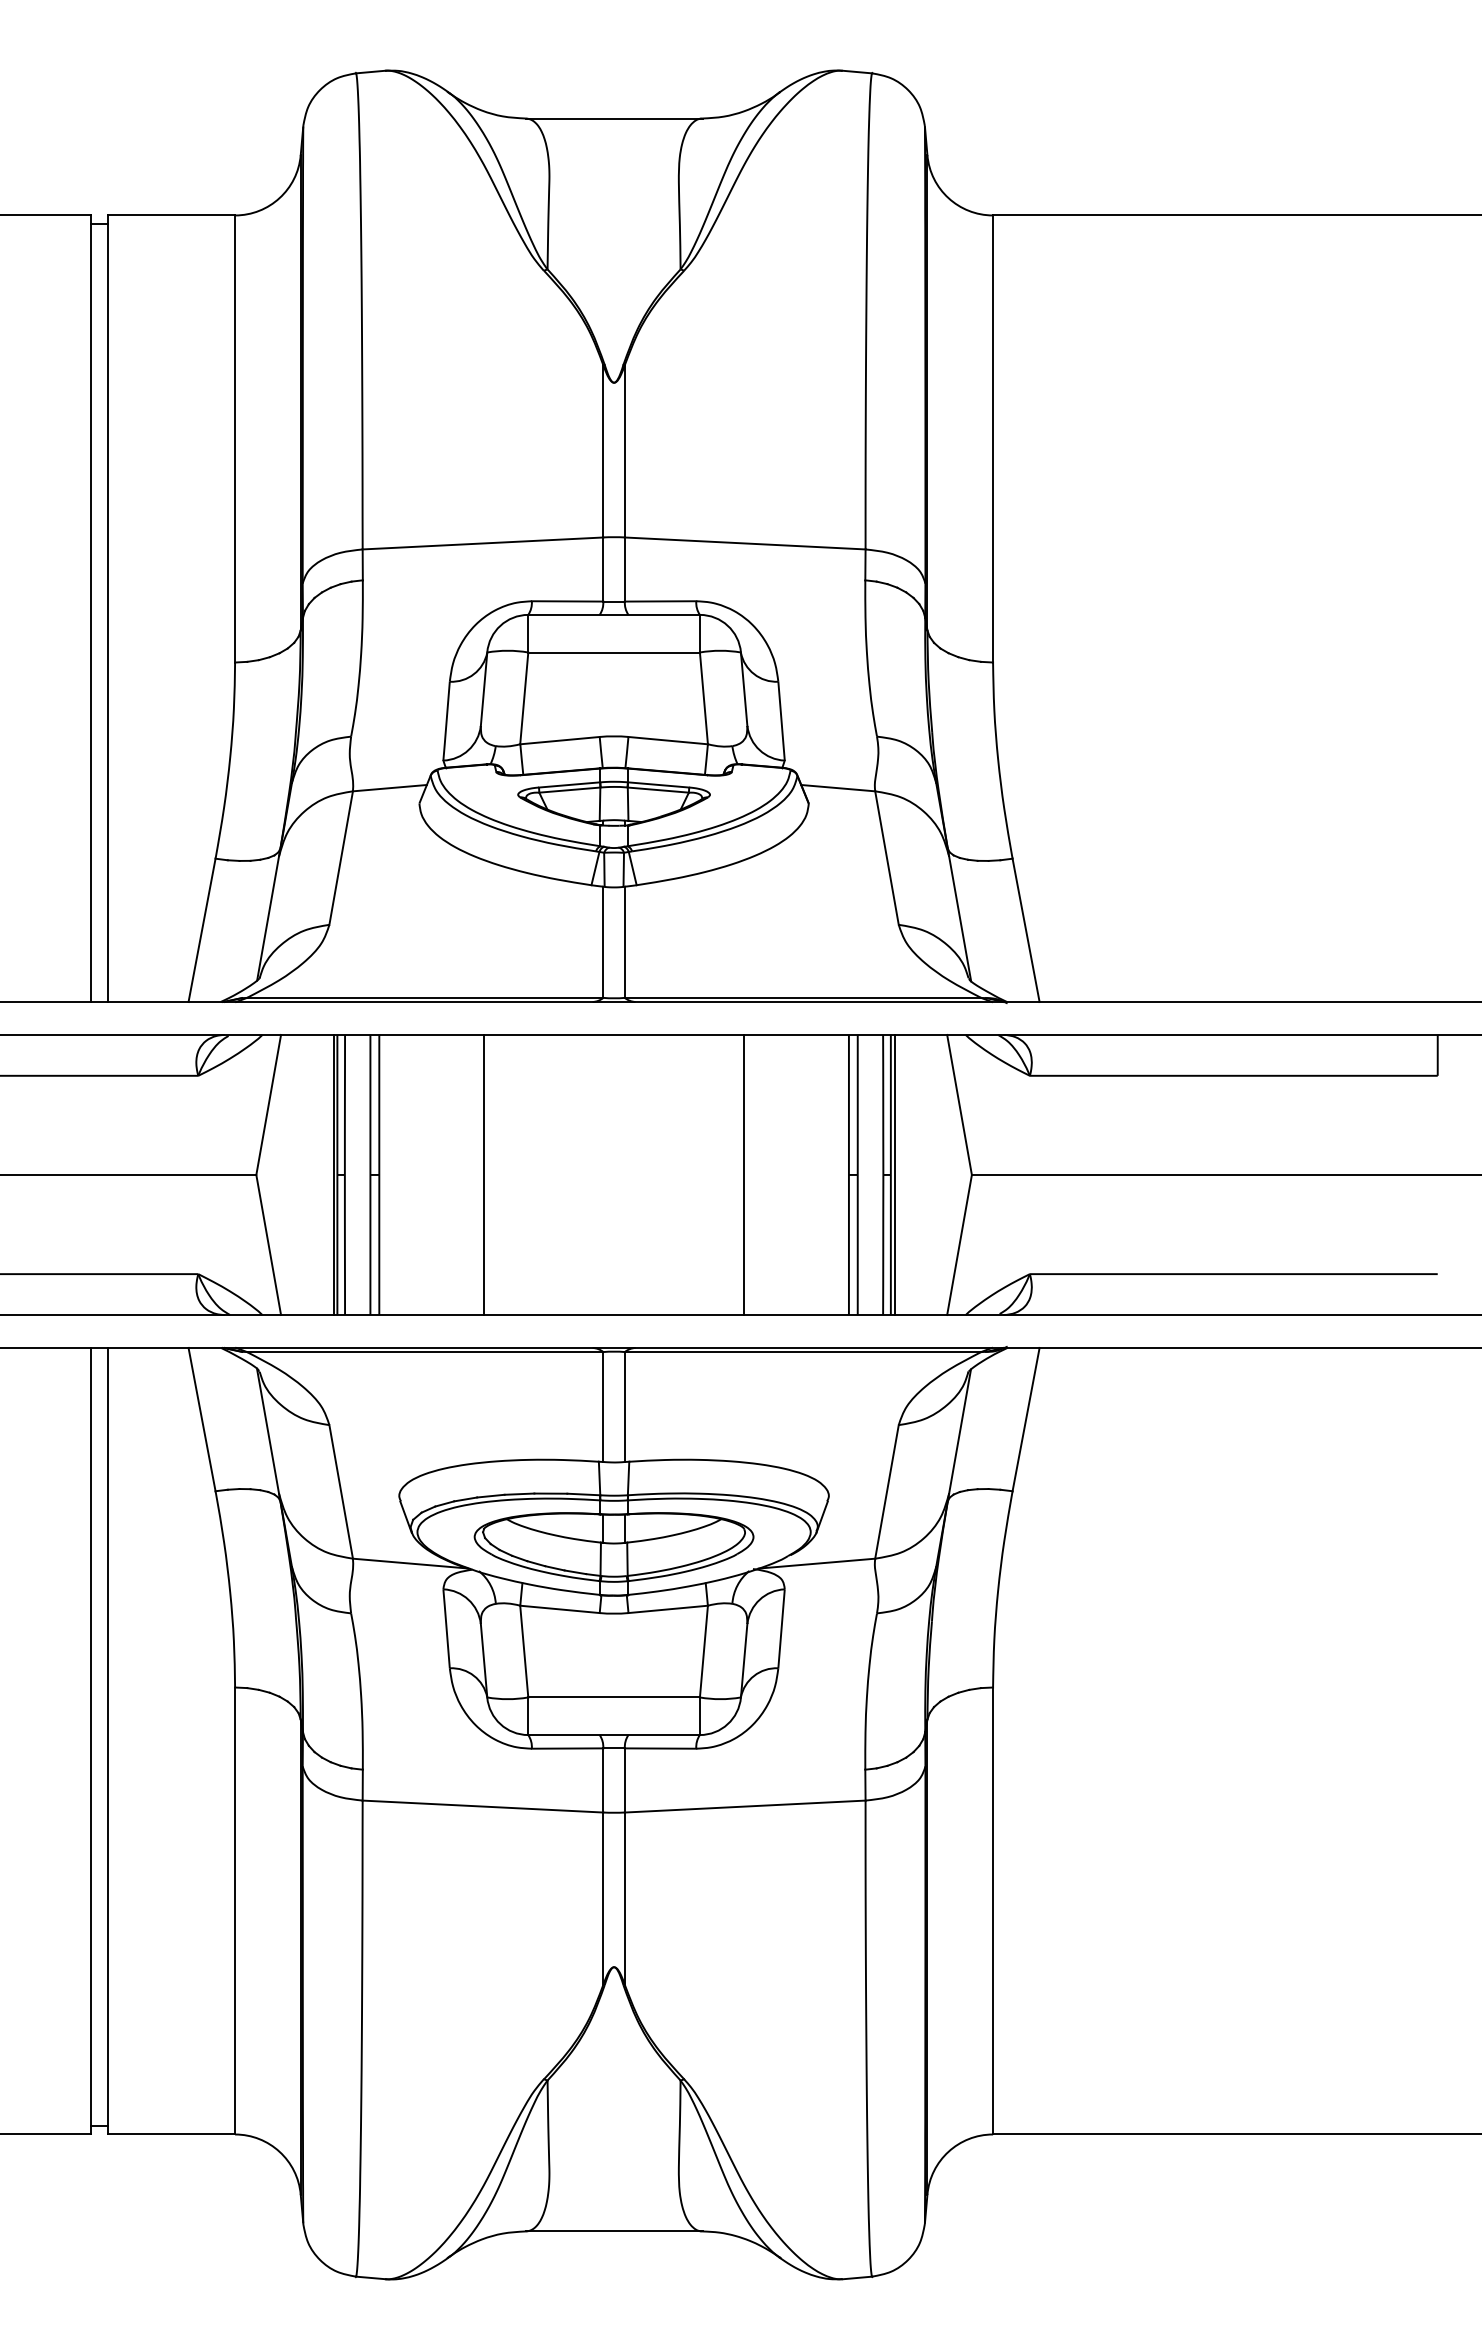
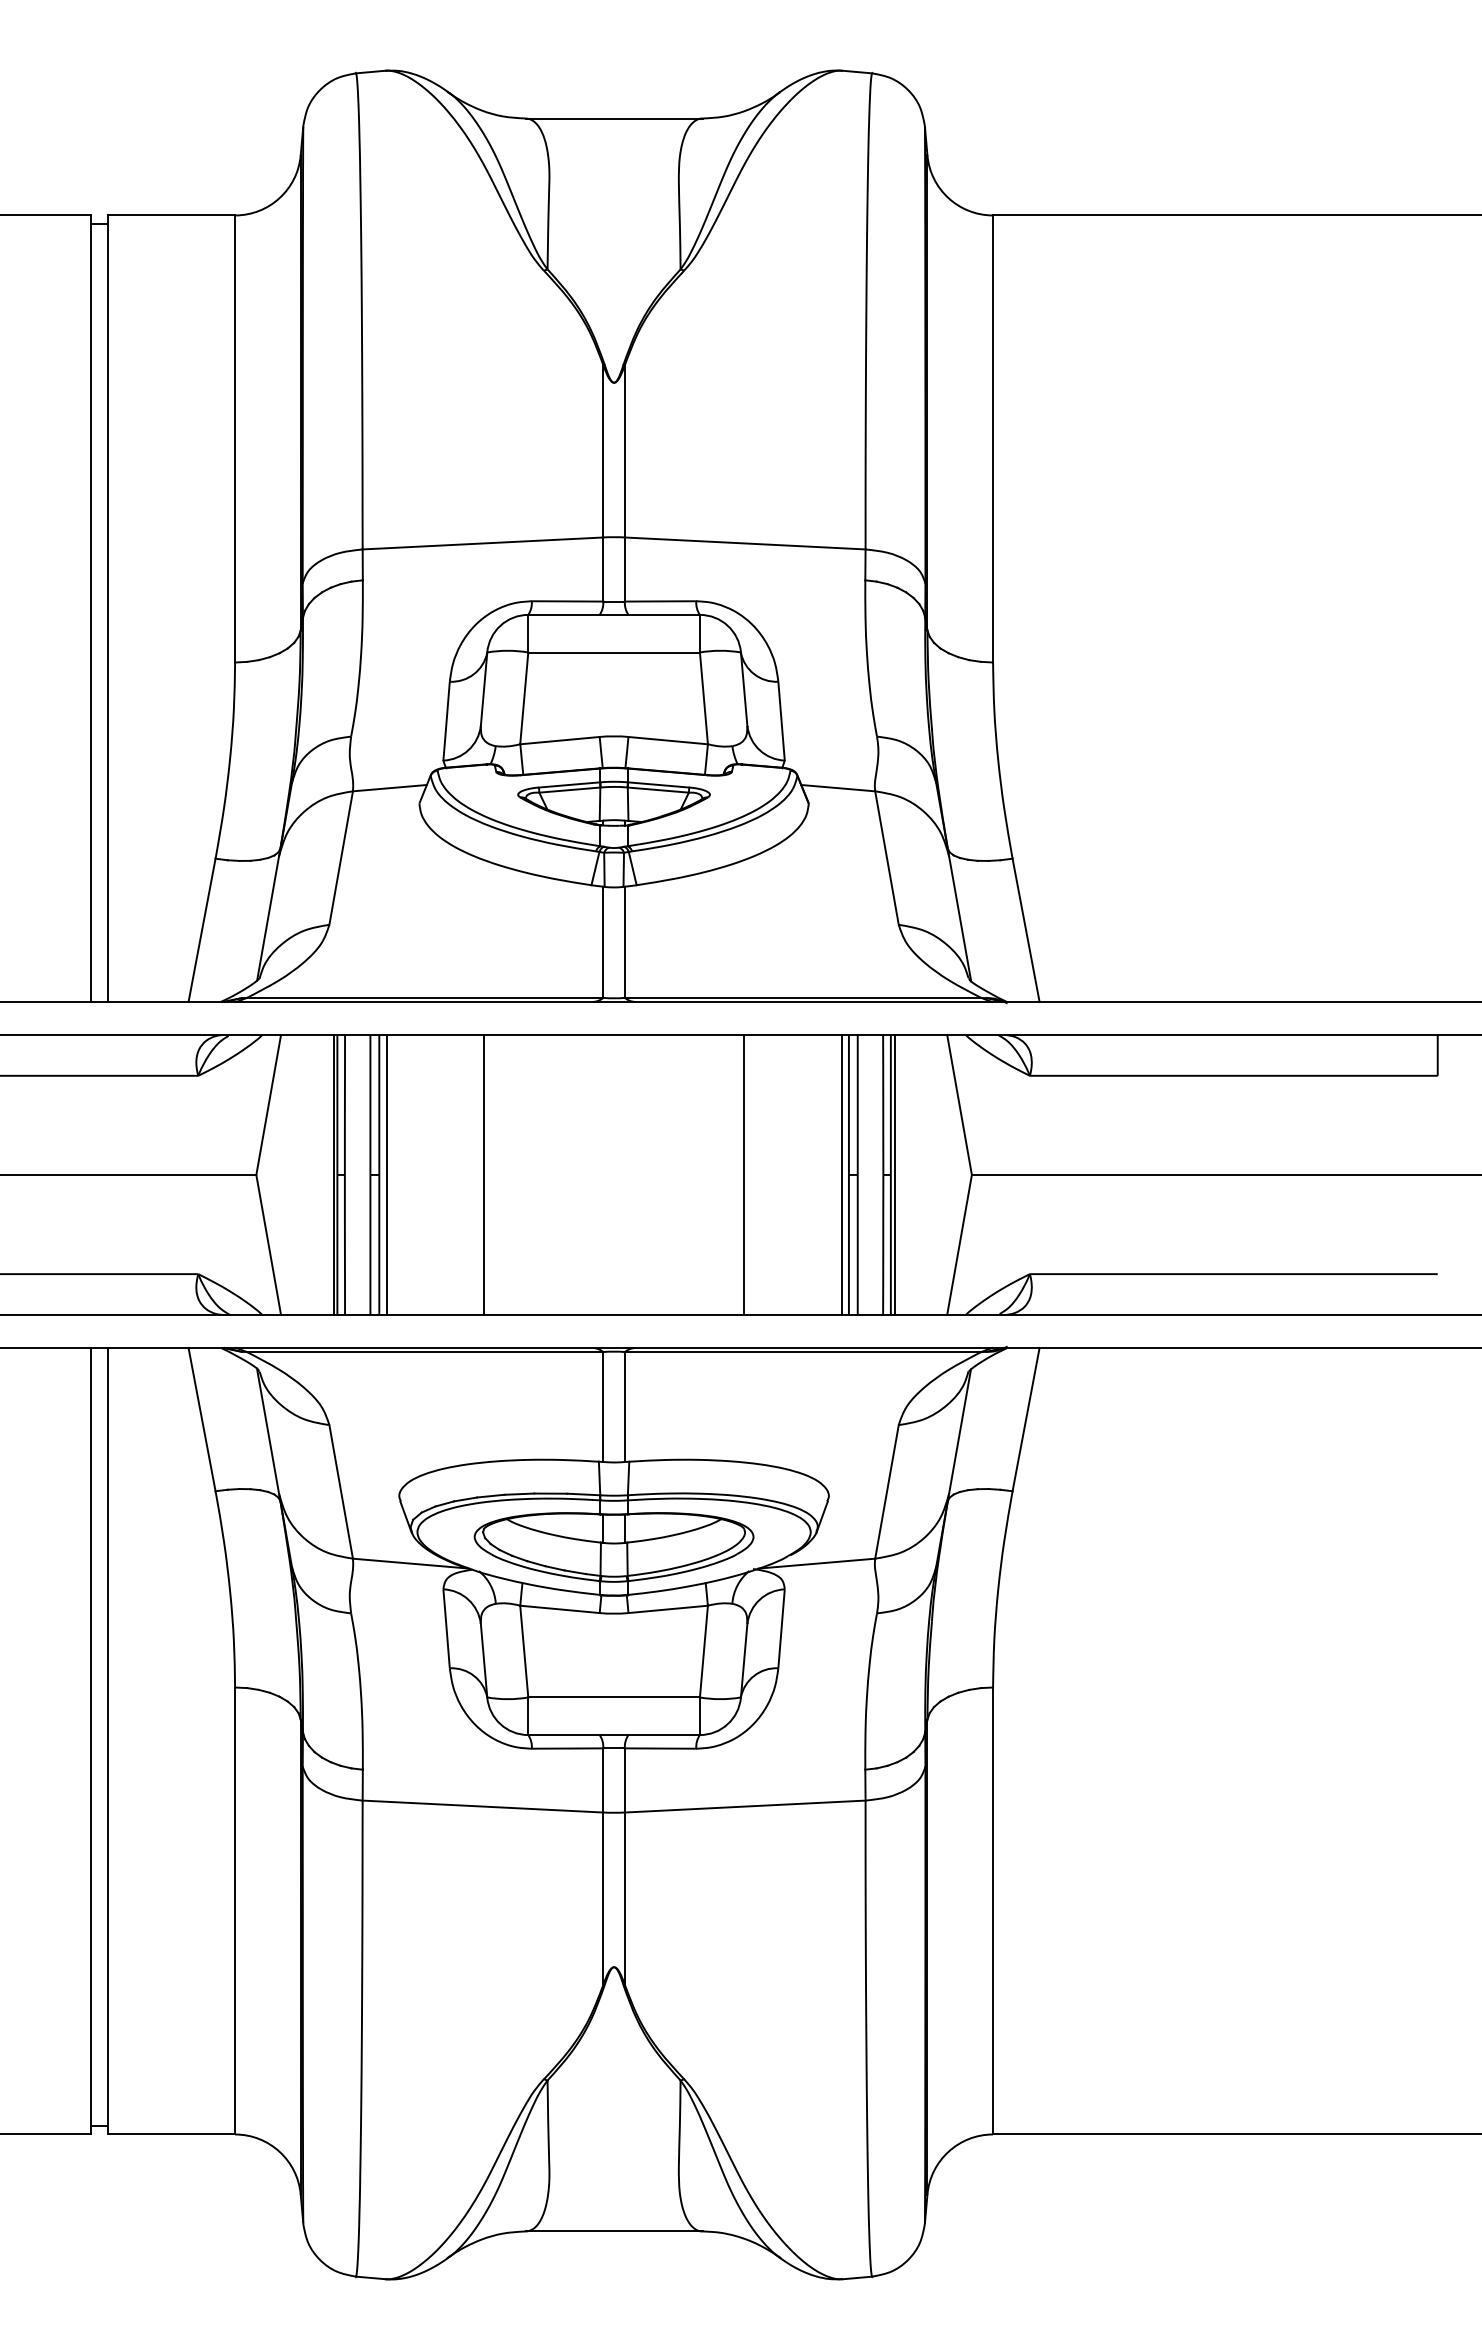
line at (386, 1174): none -> present
line at (841, 1174): none -> present
